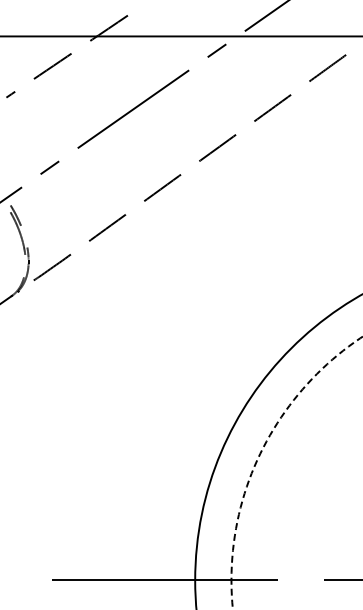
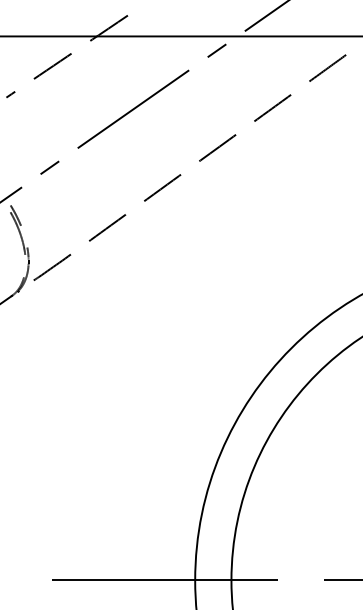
circle at (296, 472): dashed -> solid
